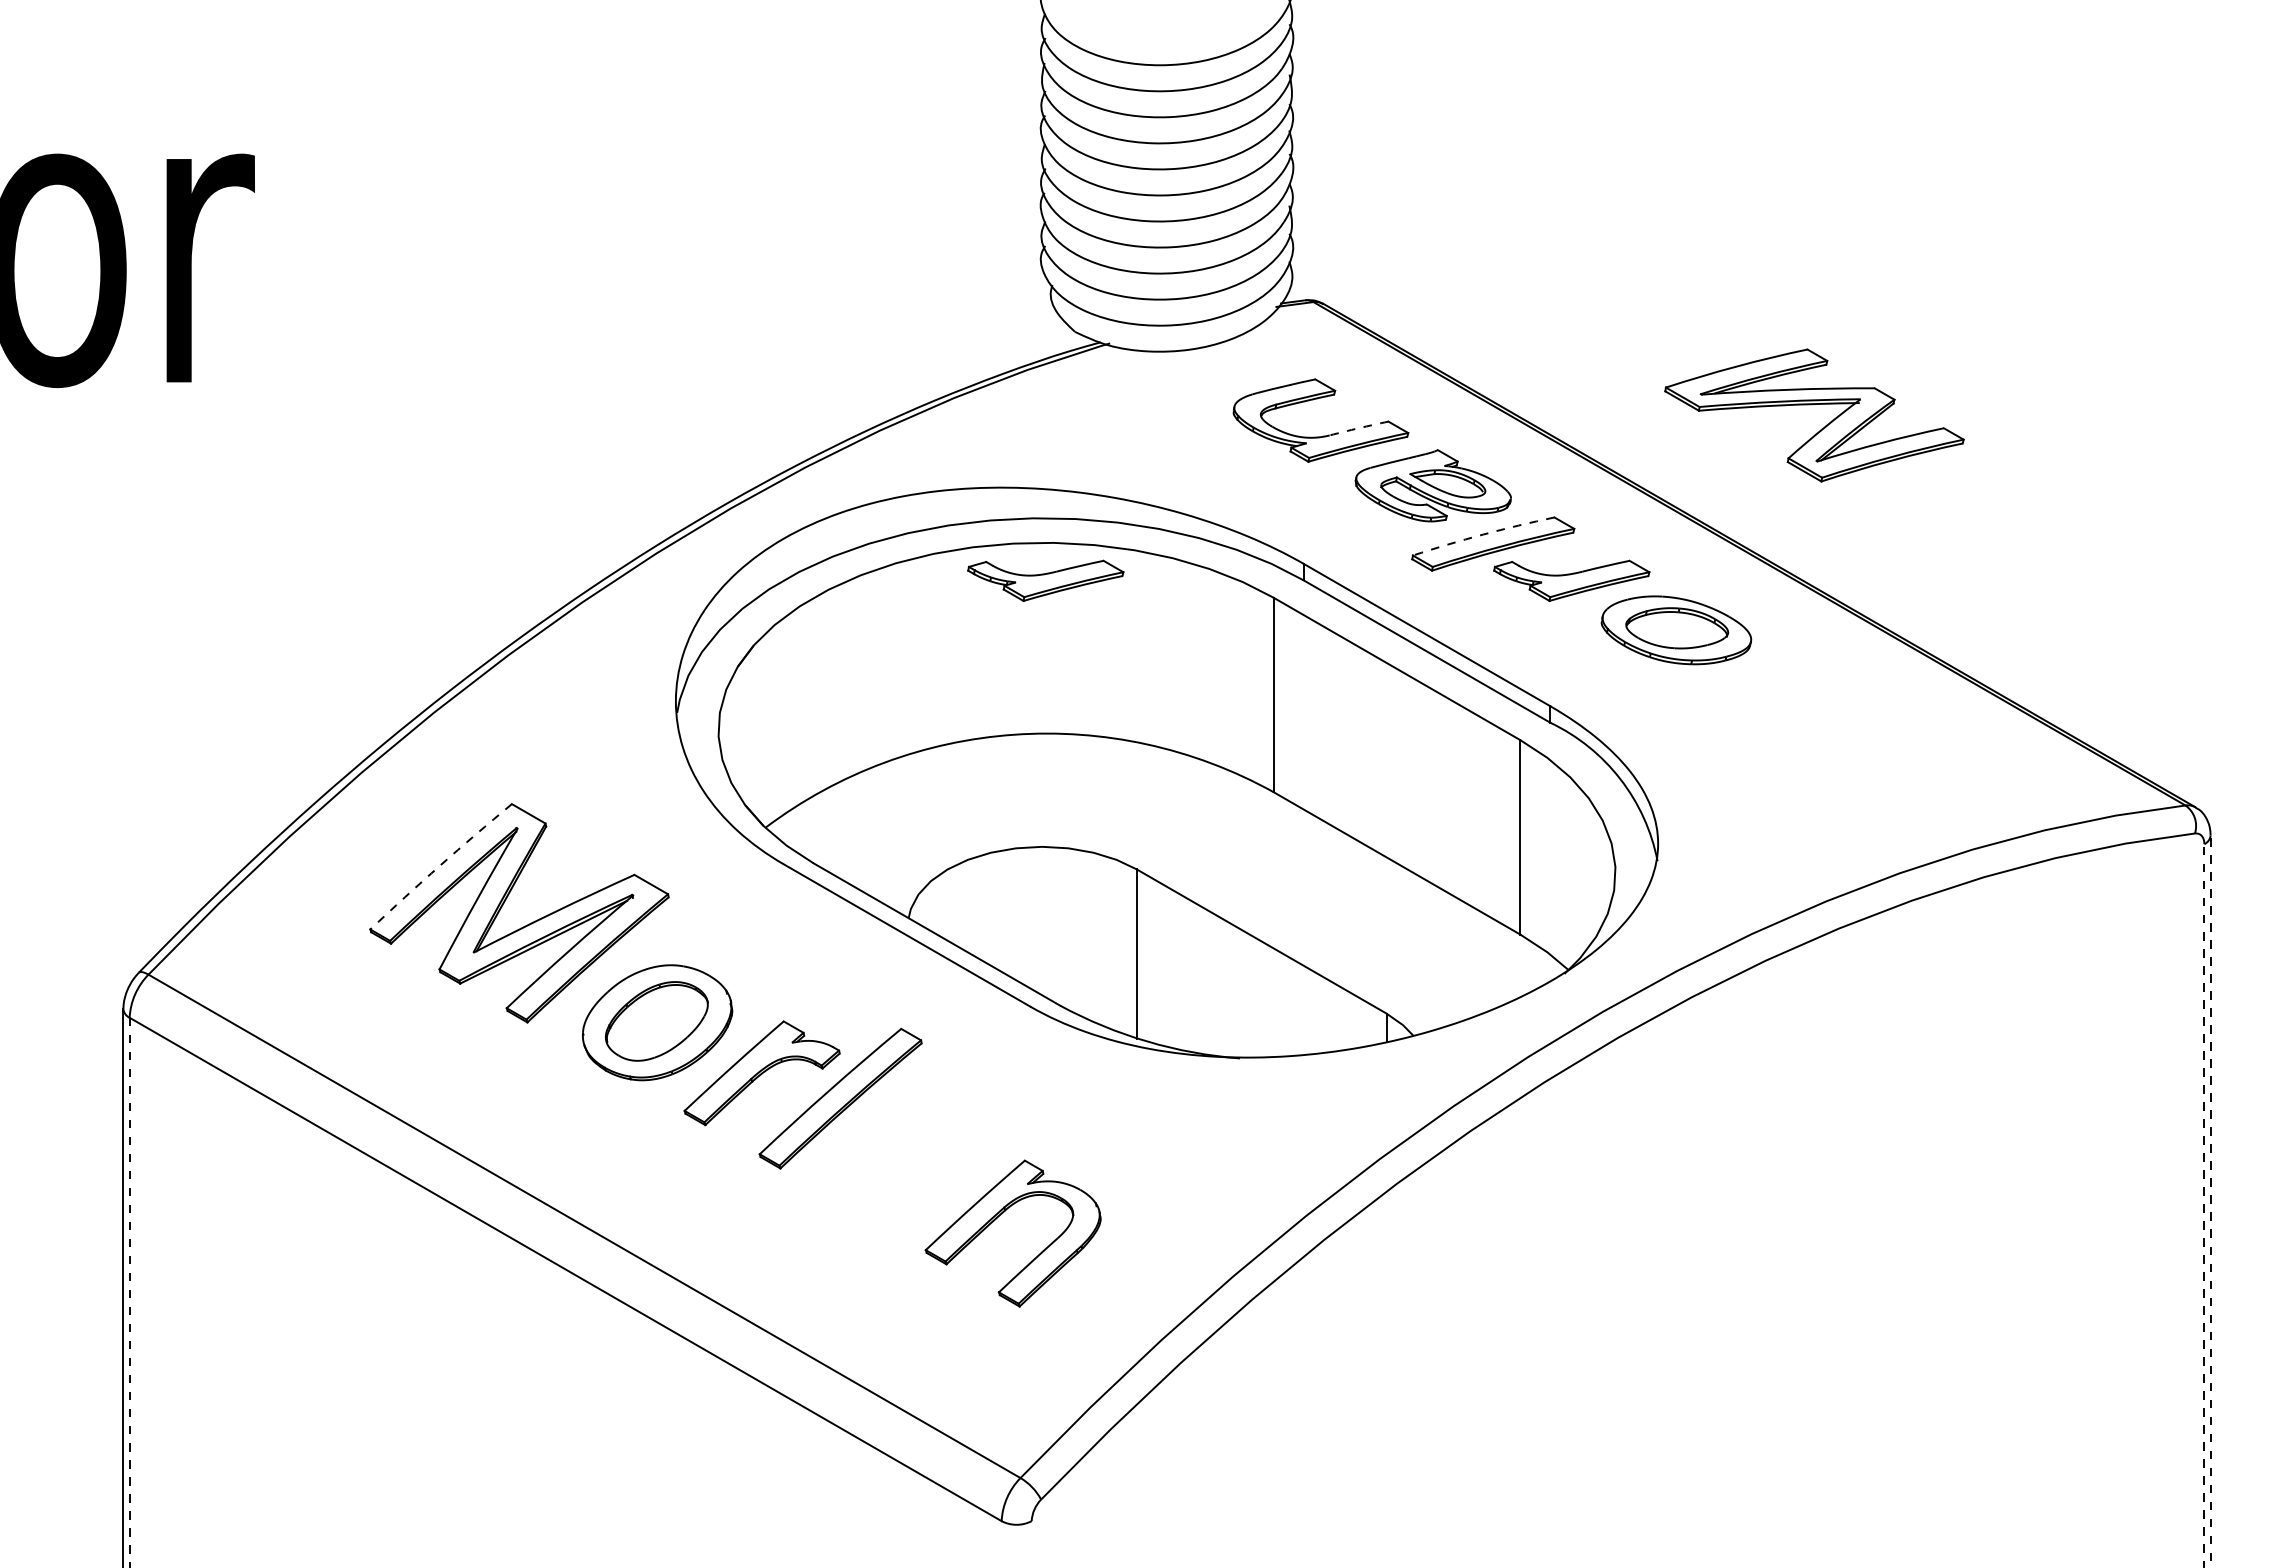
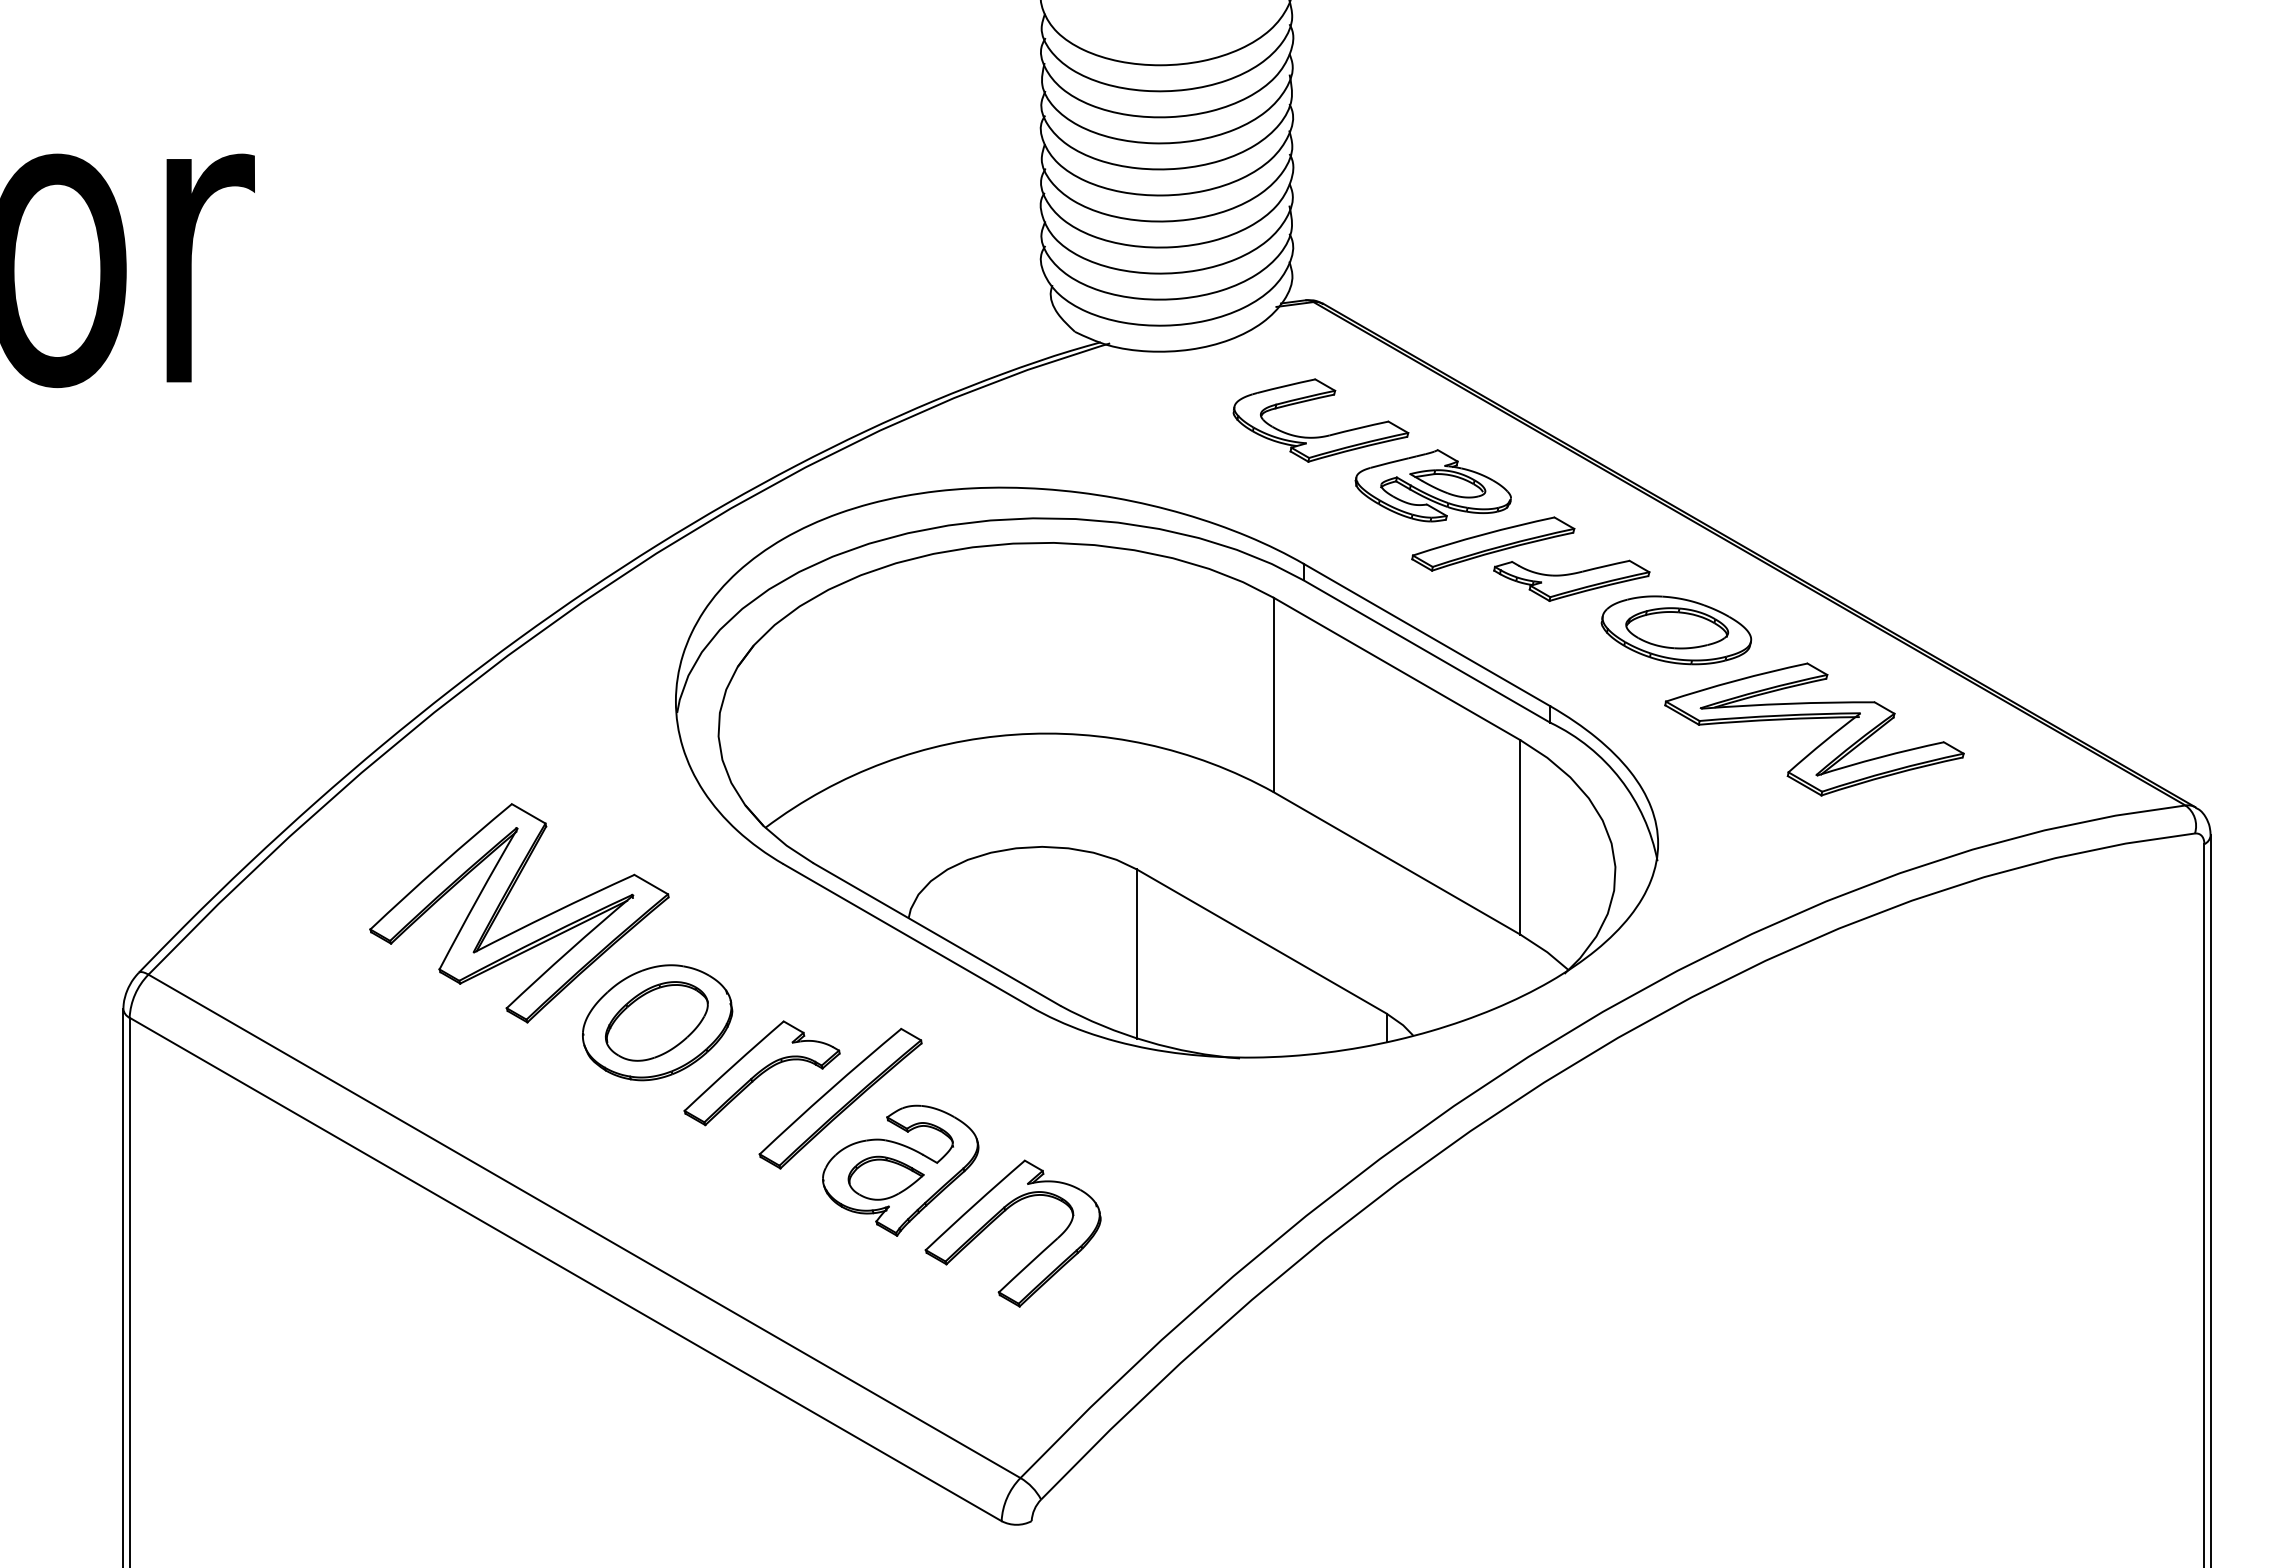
part at (1812, 405) position: (1812, 405) -> (1812, 719)
arc at (1358, 428): dashed -> solid
arc at (1483, 534): dashed -> solid
part at (1045, 580): present -> none
arc at (440, 865): dashed -> solid
part at (900, 1170): none -> present
line at (2210, 1201): dashed -> solid
line at (2204, 1206): dashed -> solid
line at (129, 1292): dashed -> solid
